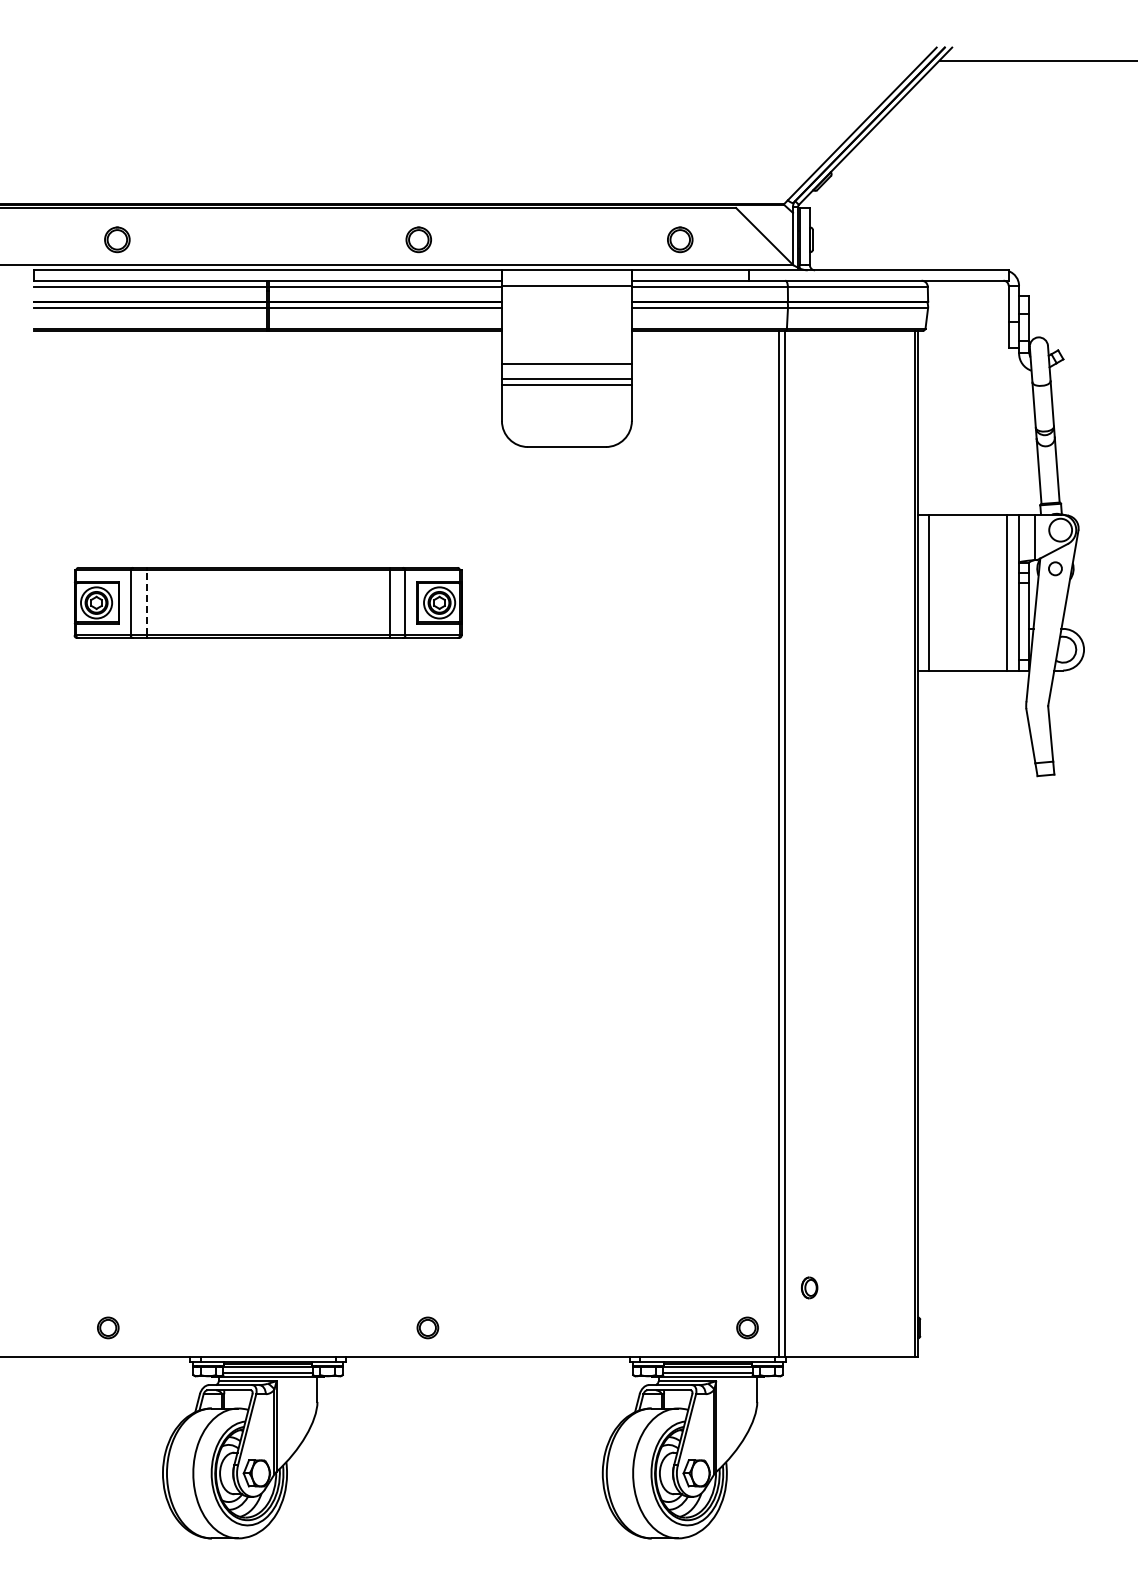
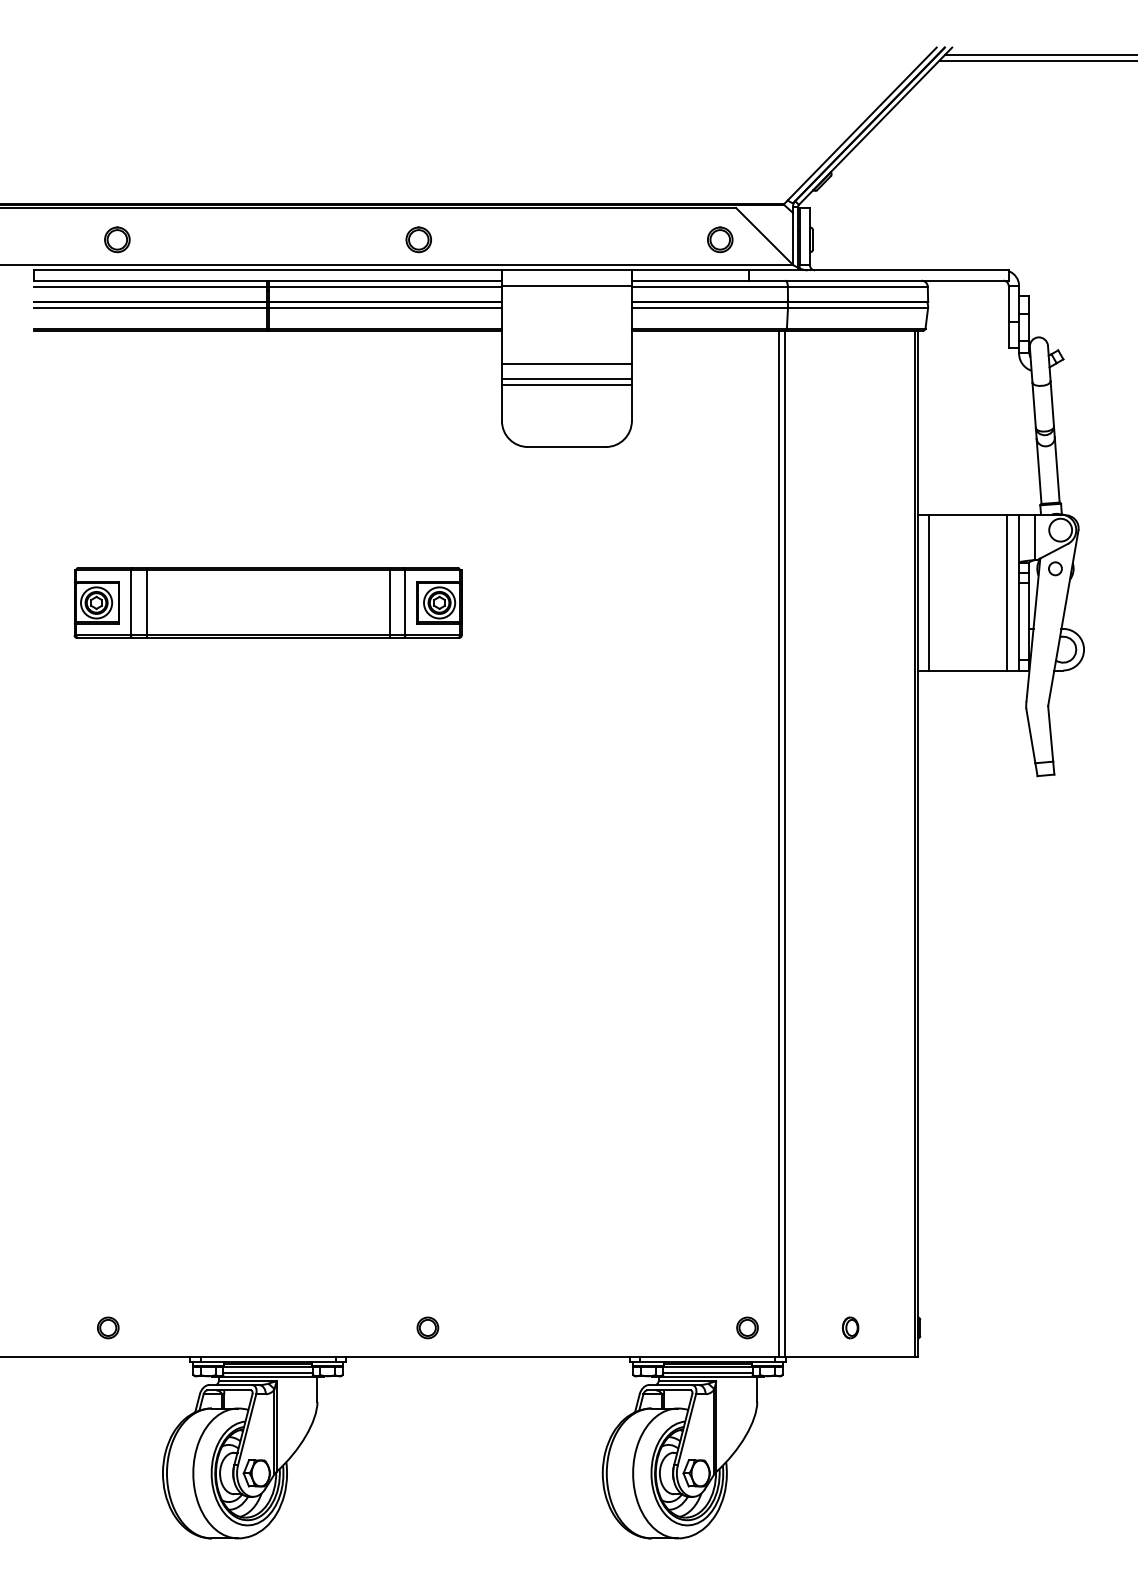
line at (1039, 55): none -> present
part at (680, 239) position: (680, 239) -> (720, 239)
line at (146, 602): dashed -> solid
part at (809, 1287) position: (809, 1287) -> (850, 1327)
